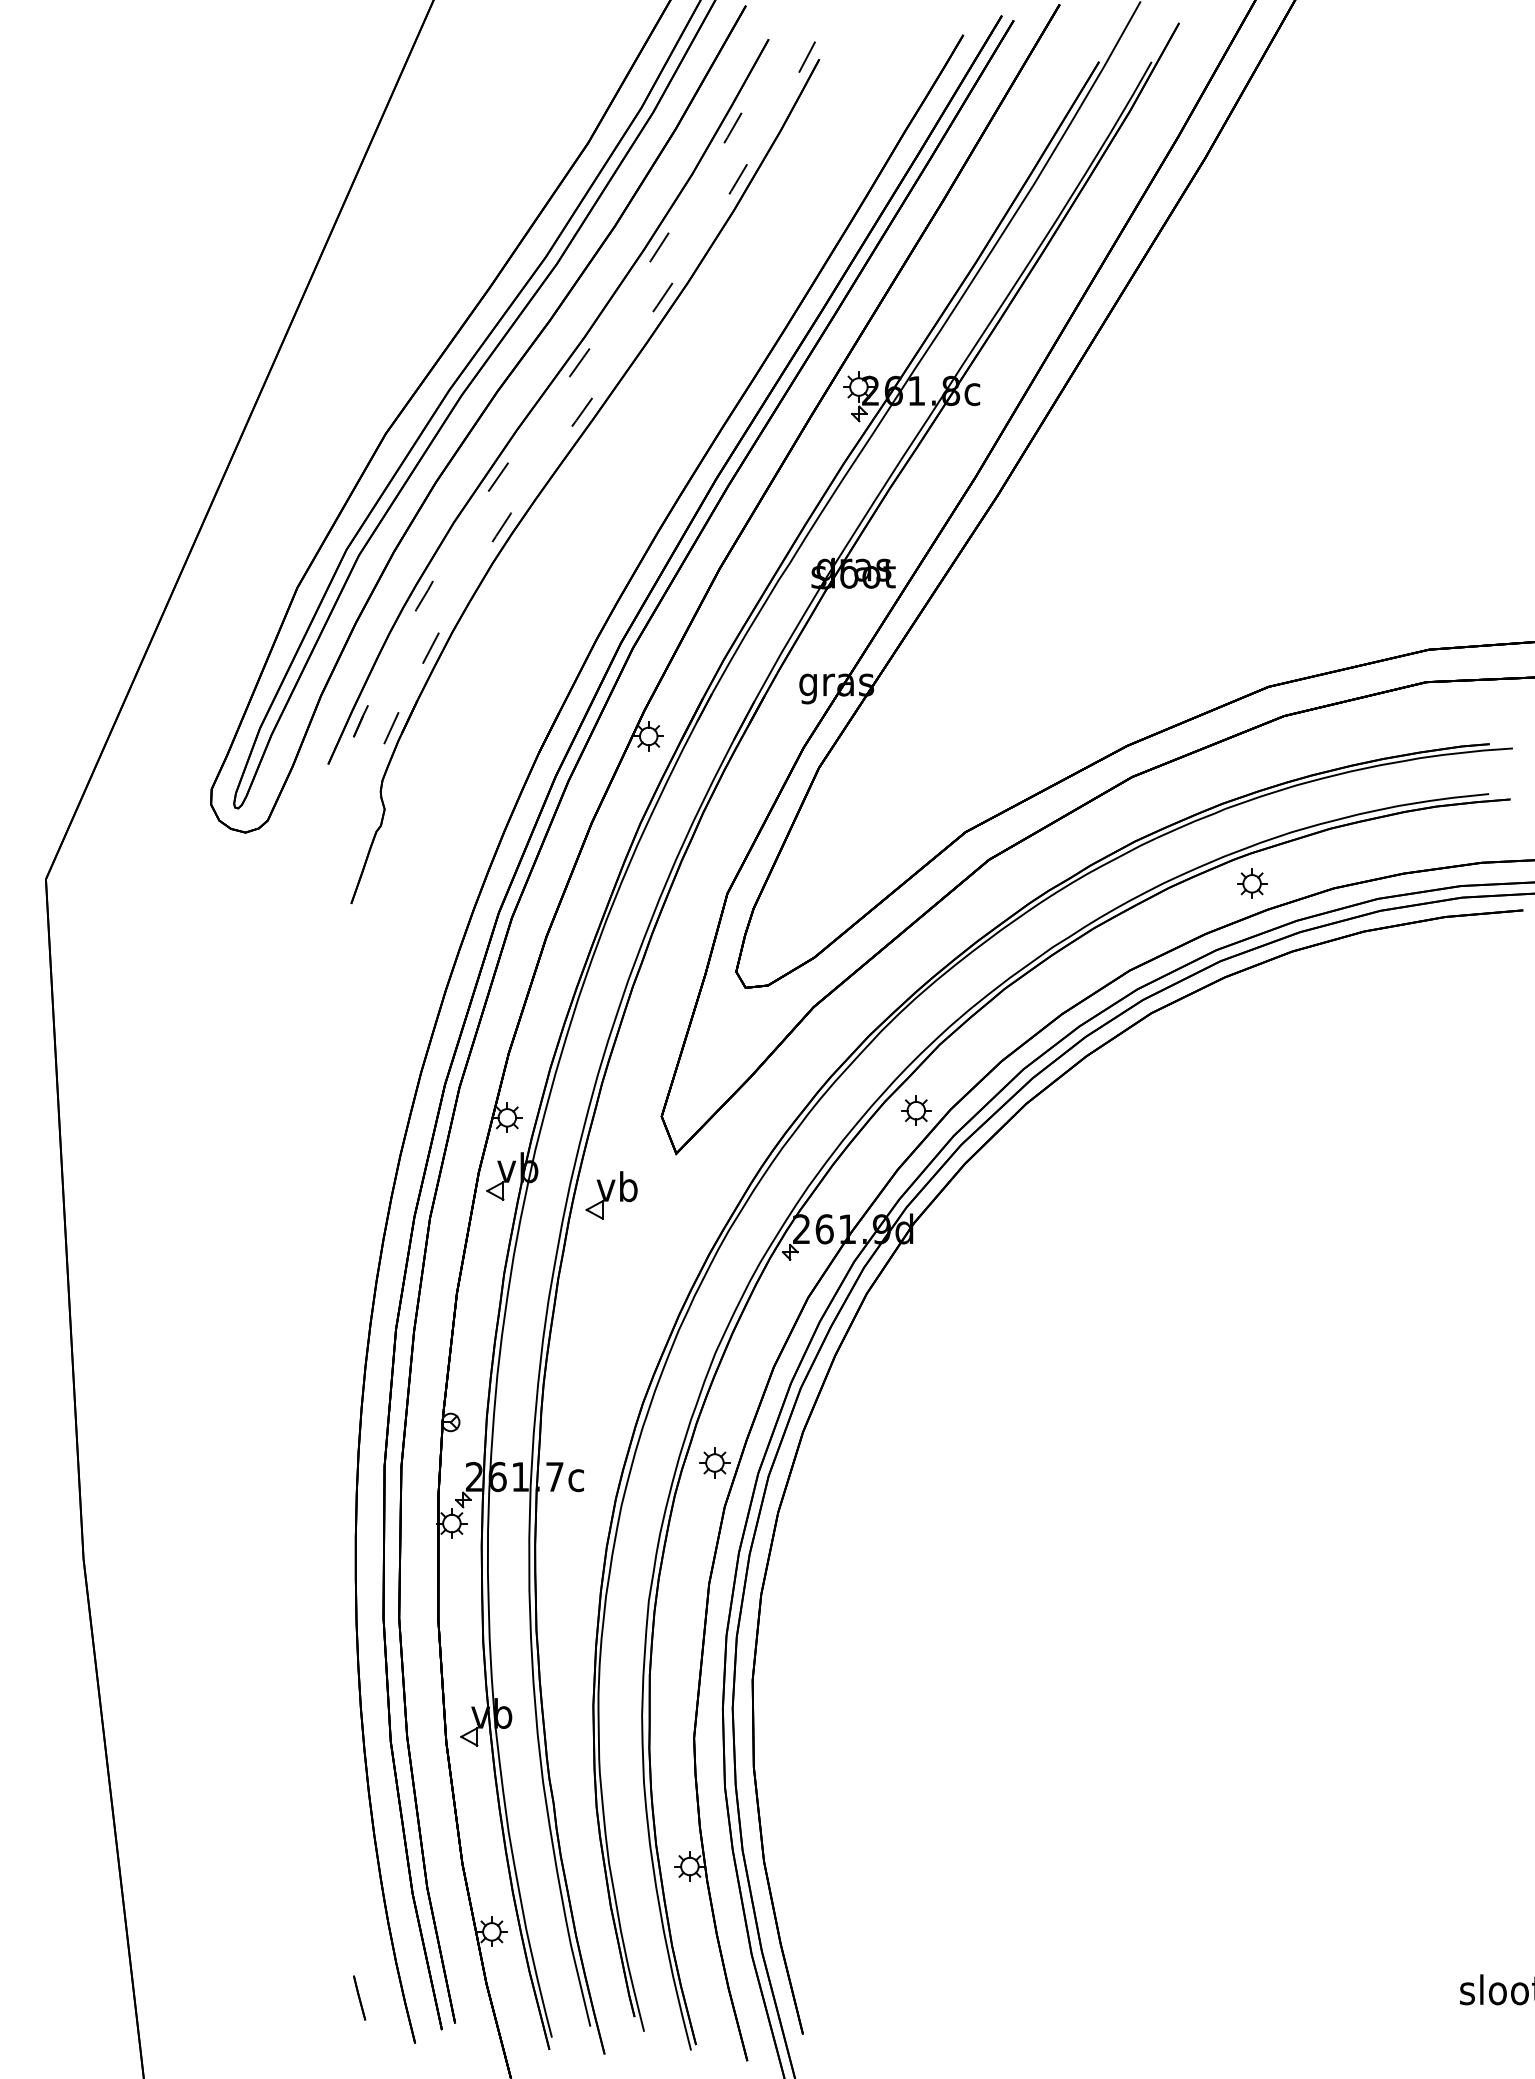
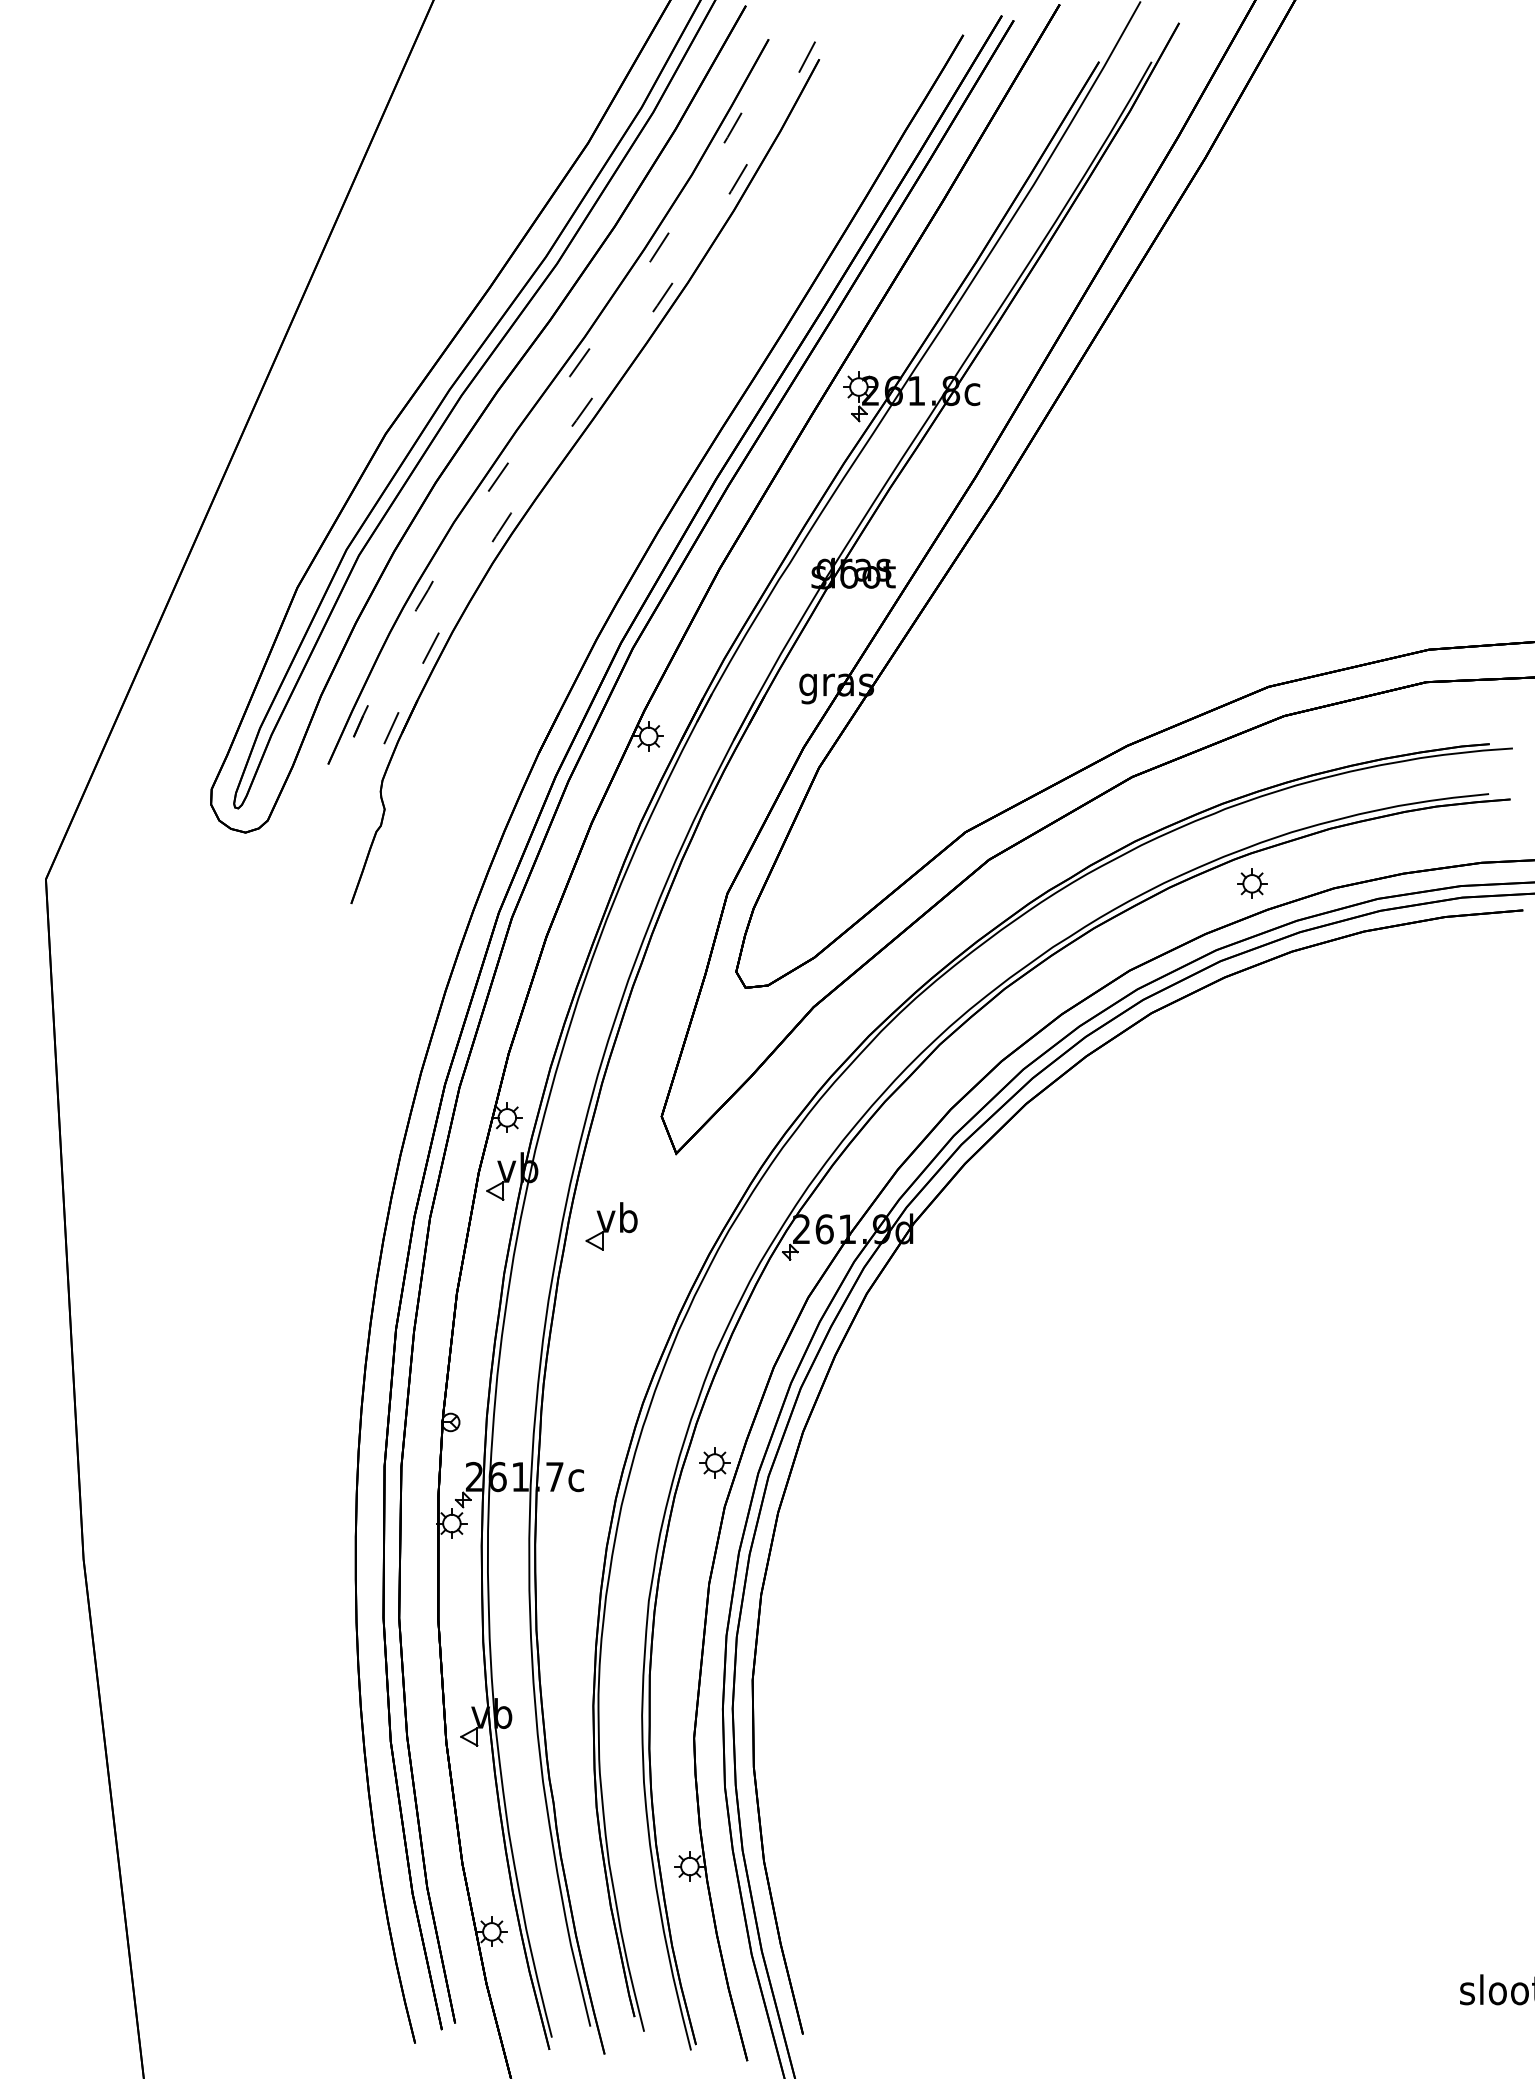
part at (916, 1110): present -> none
part at (611, 1195) position: (611, 1195) -> (611, 1226)
line at (359, 1997): present -> none
